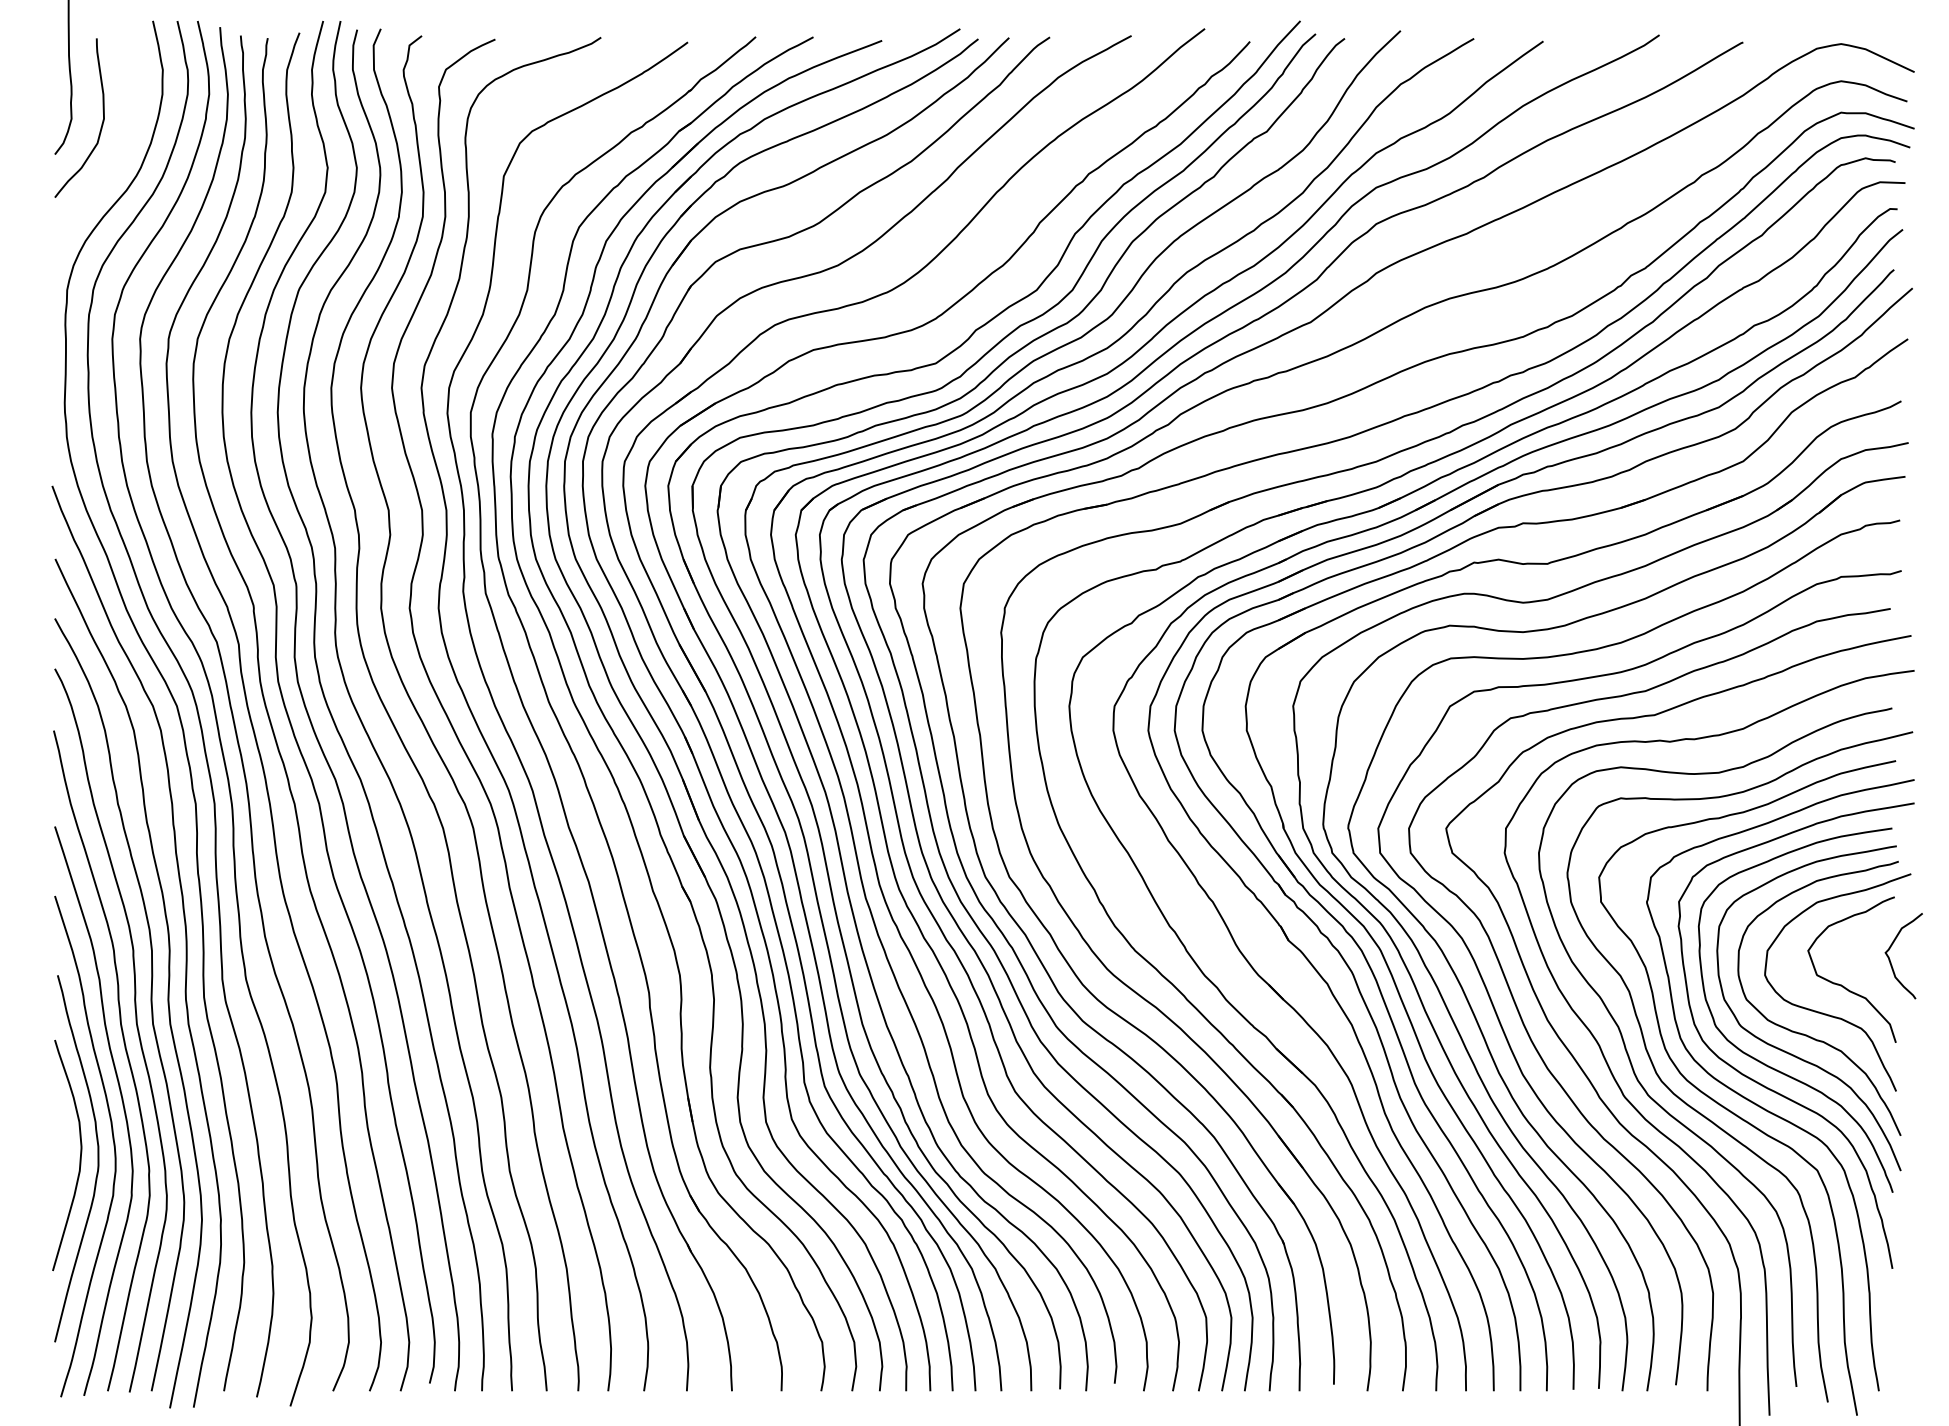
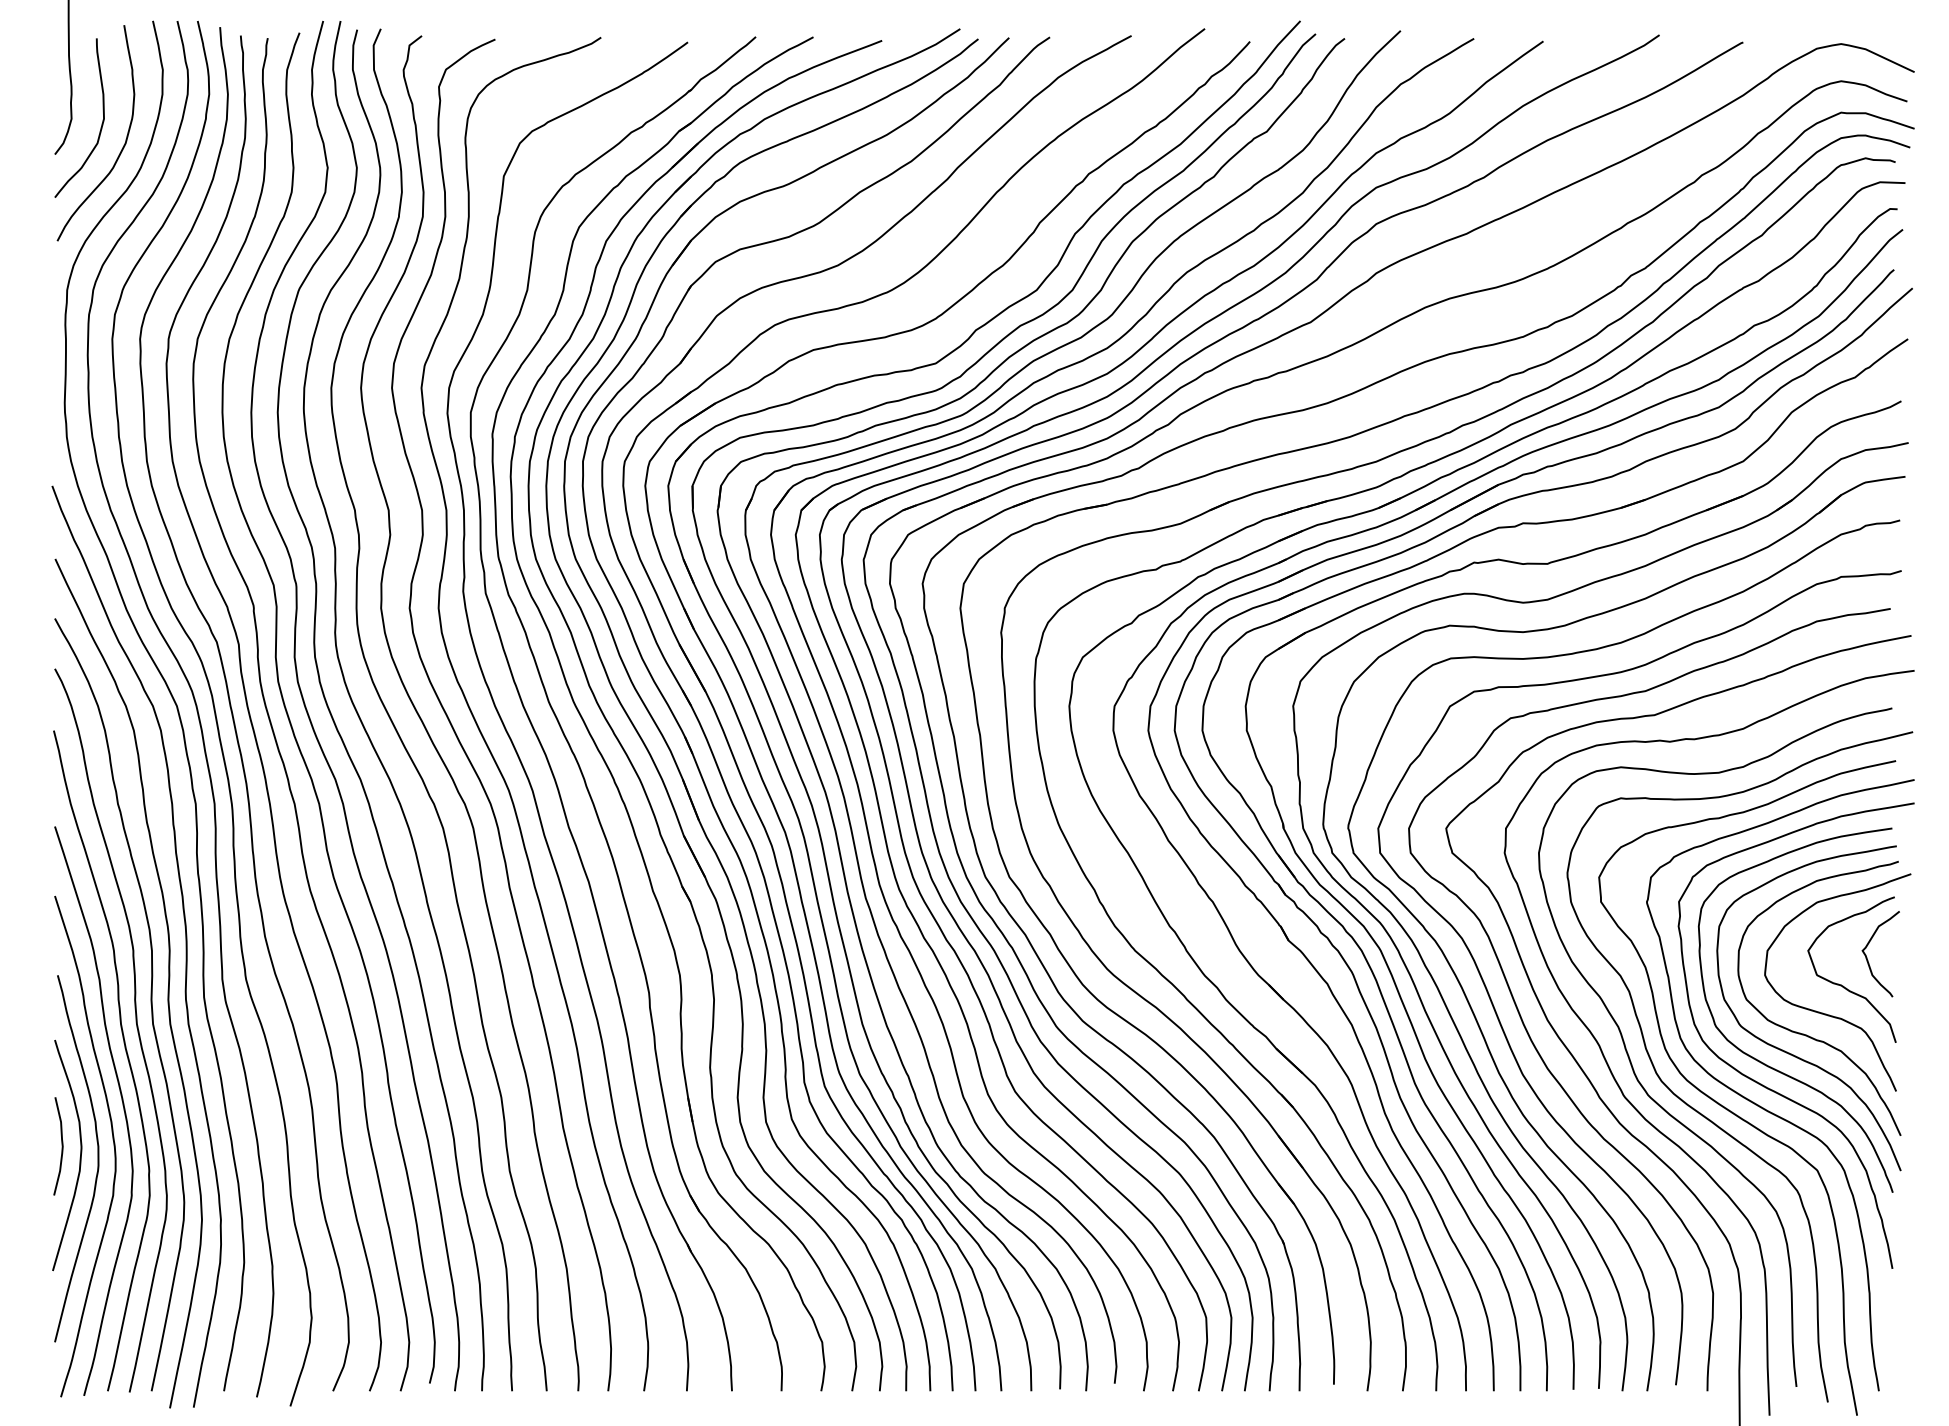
curve at (122, 147): none -> present
curve at (1890, 959) position: (1890, 959) -> (1867, 957)
curve at (61, 1146): none -> present
